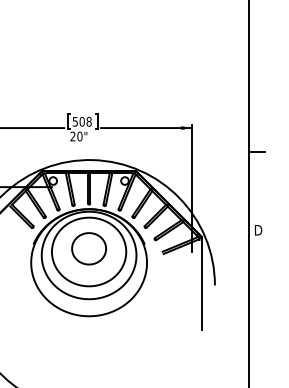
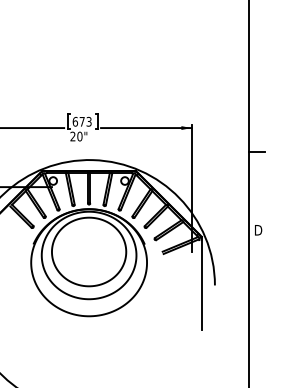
text at (81, 121): 508 -> 673
part at (88, 248): present -> none
